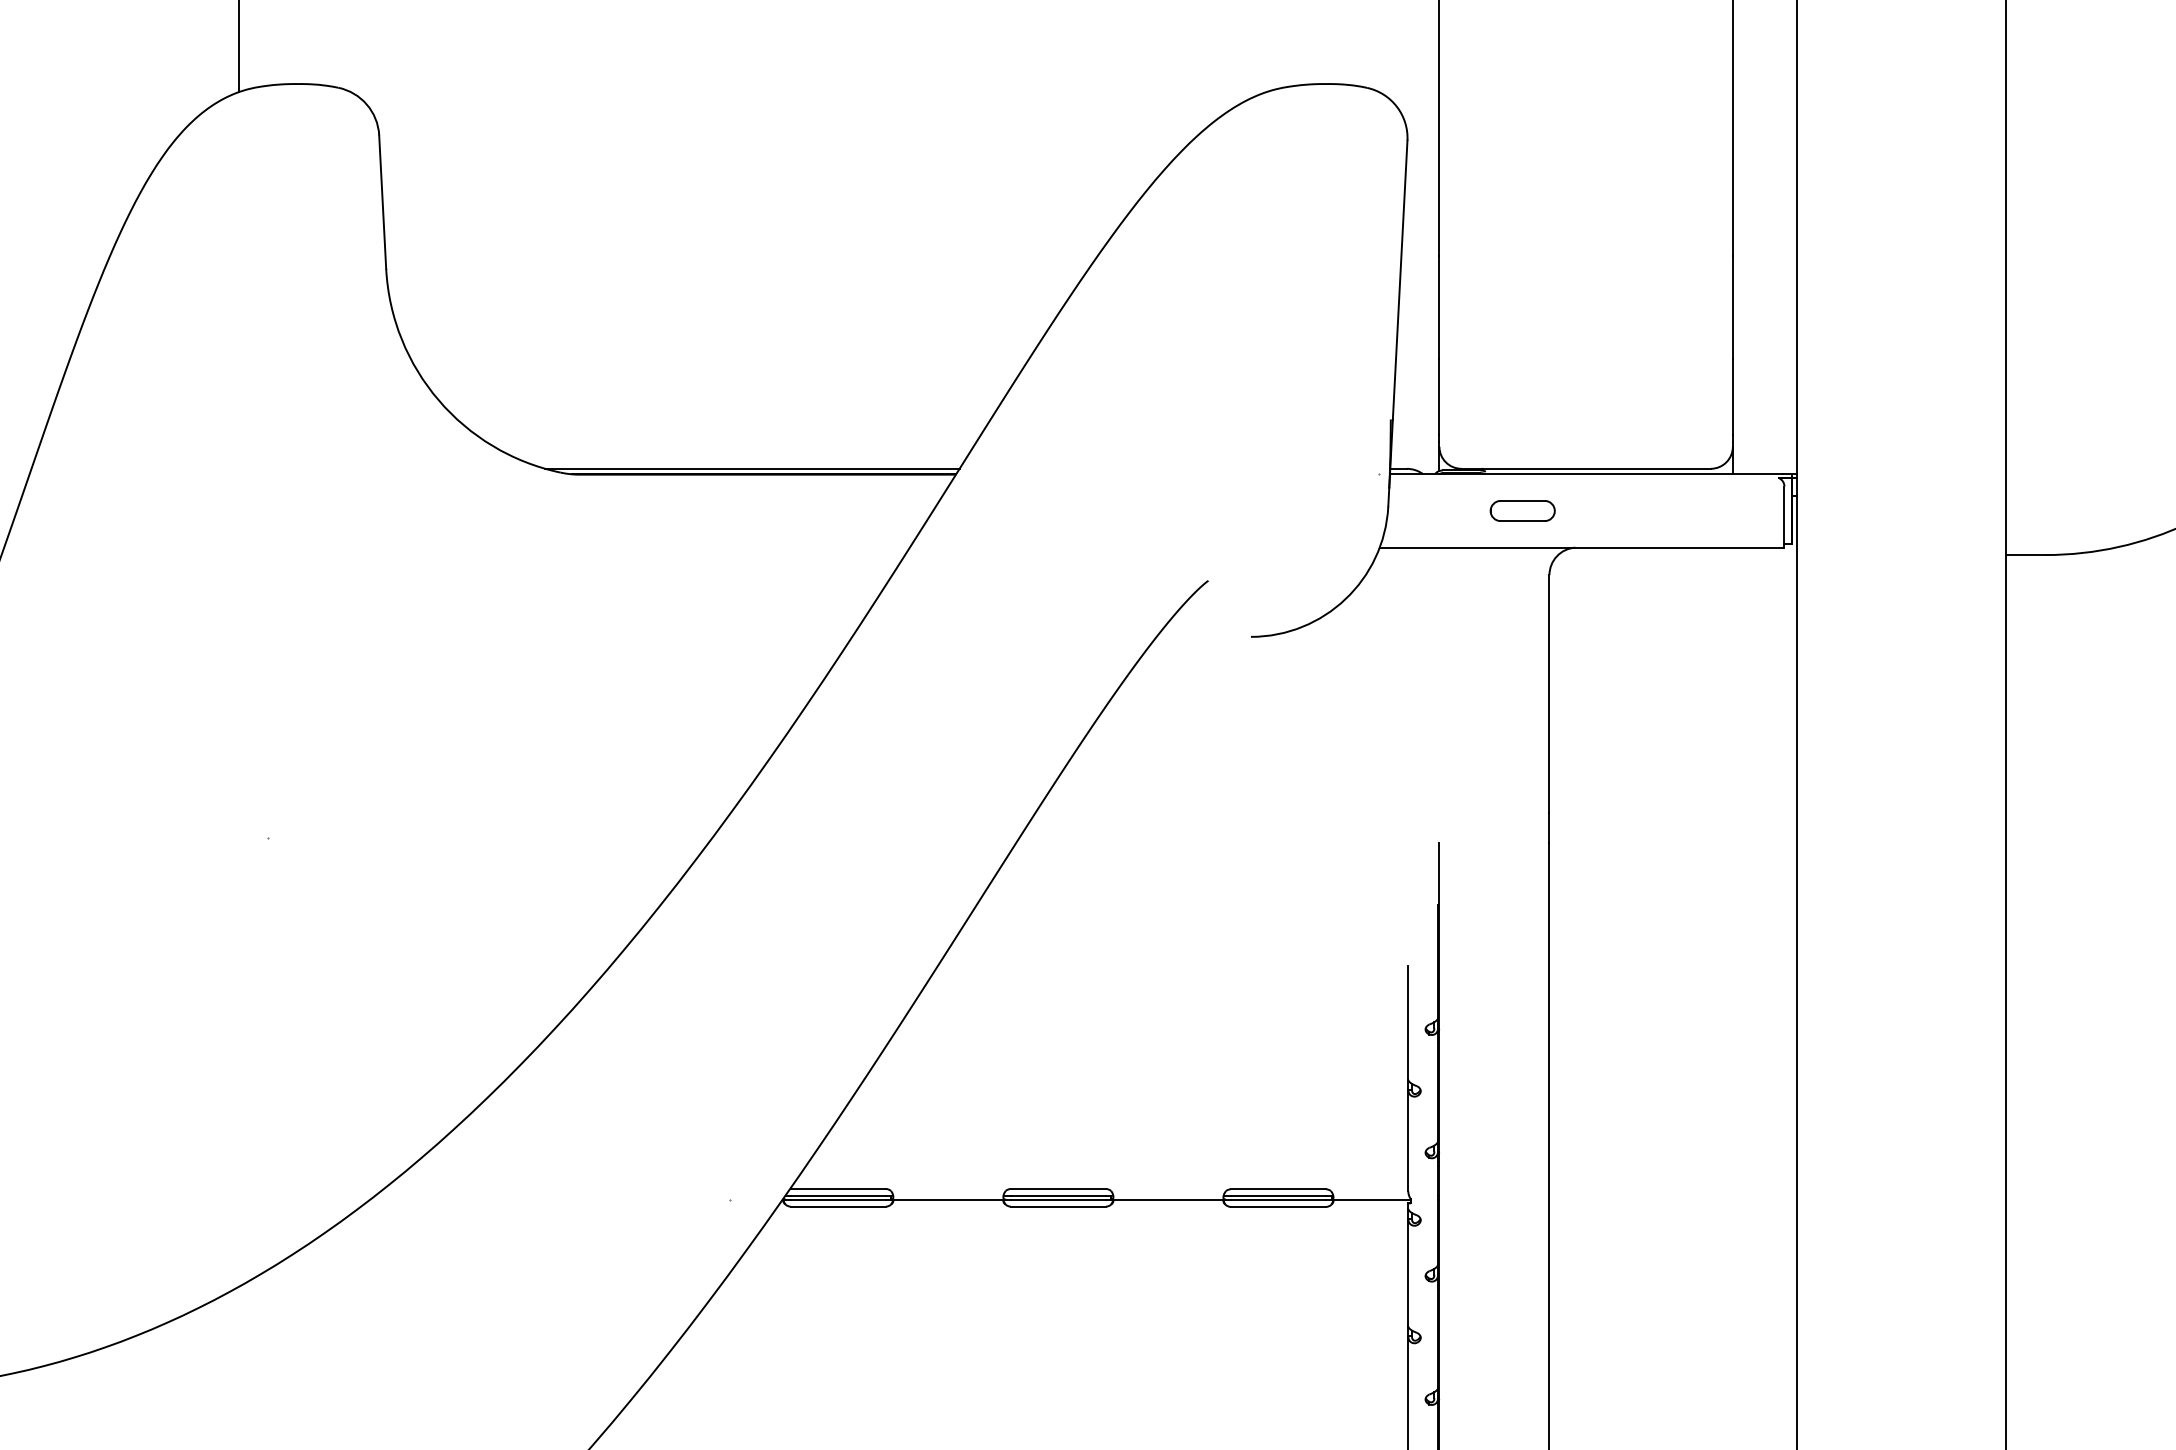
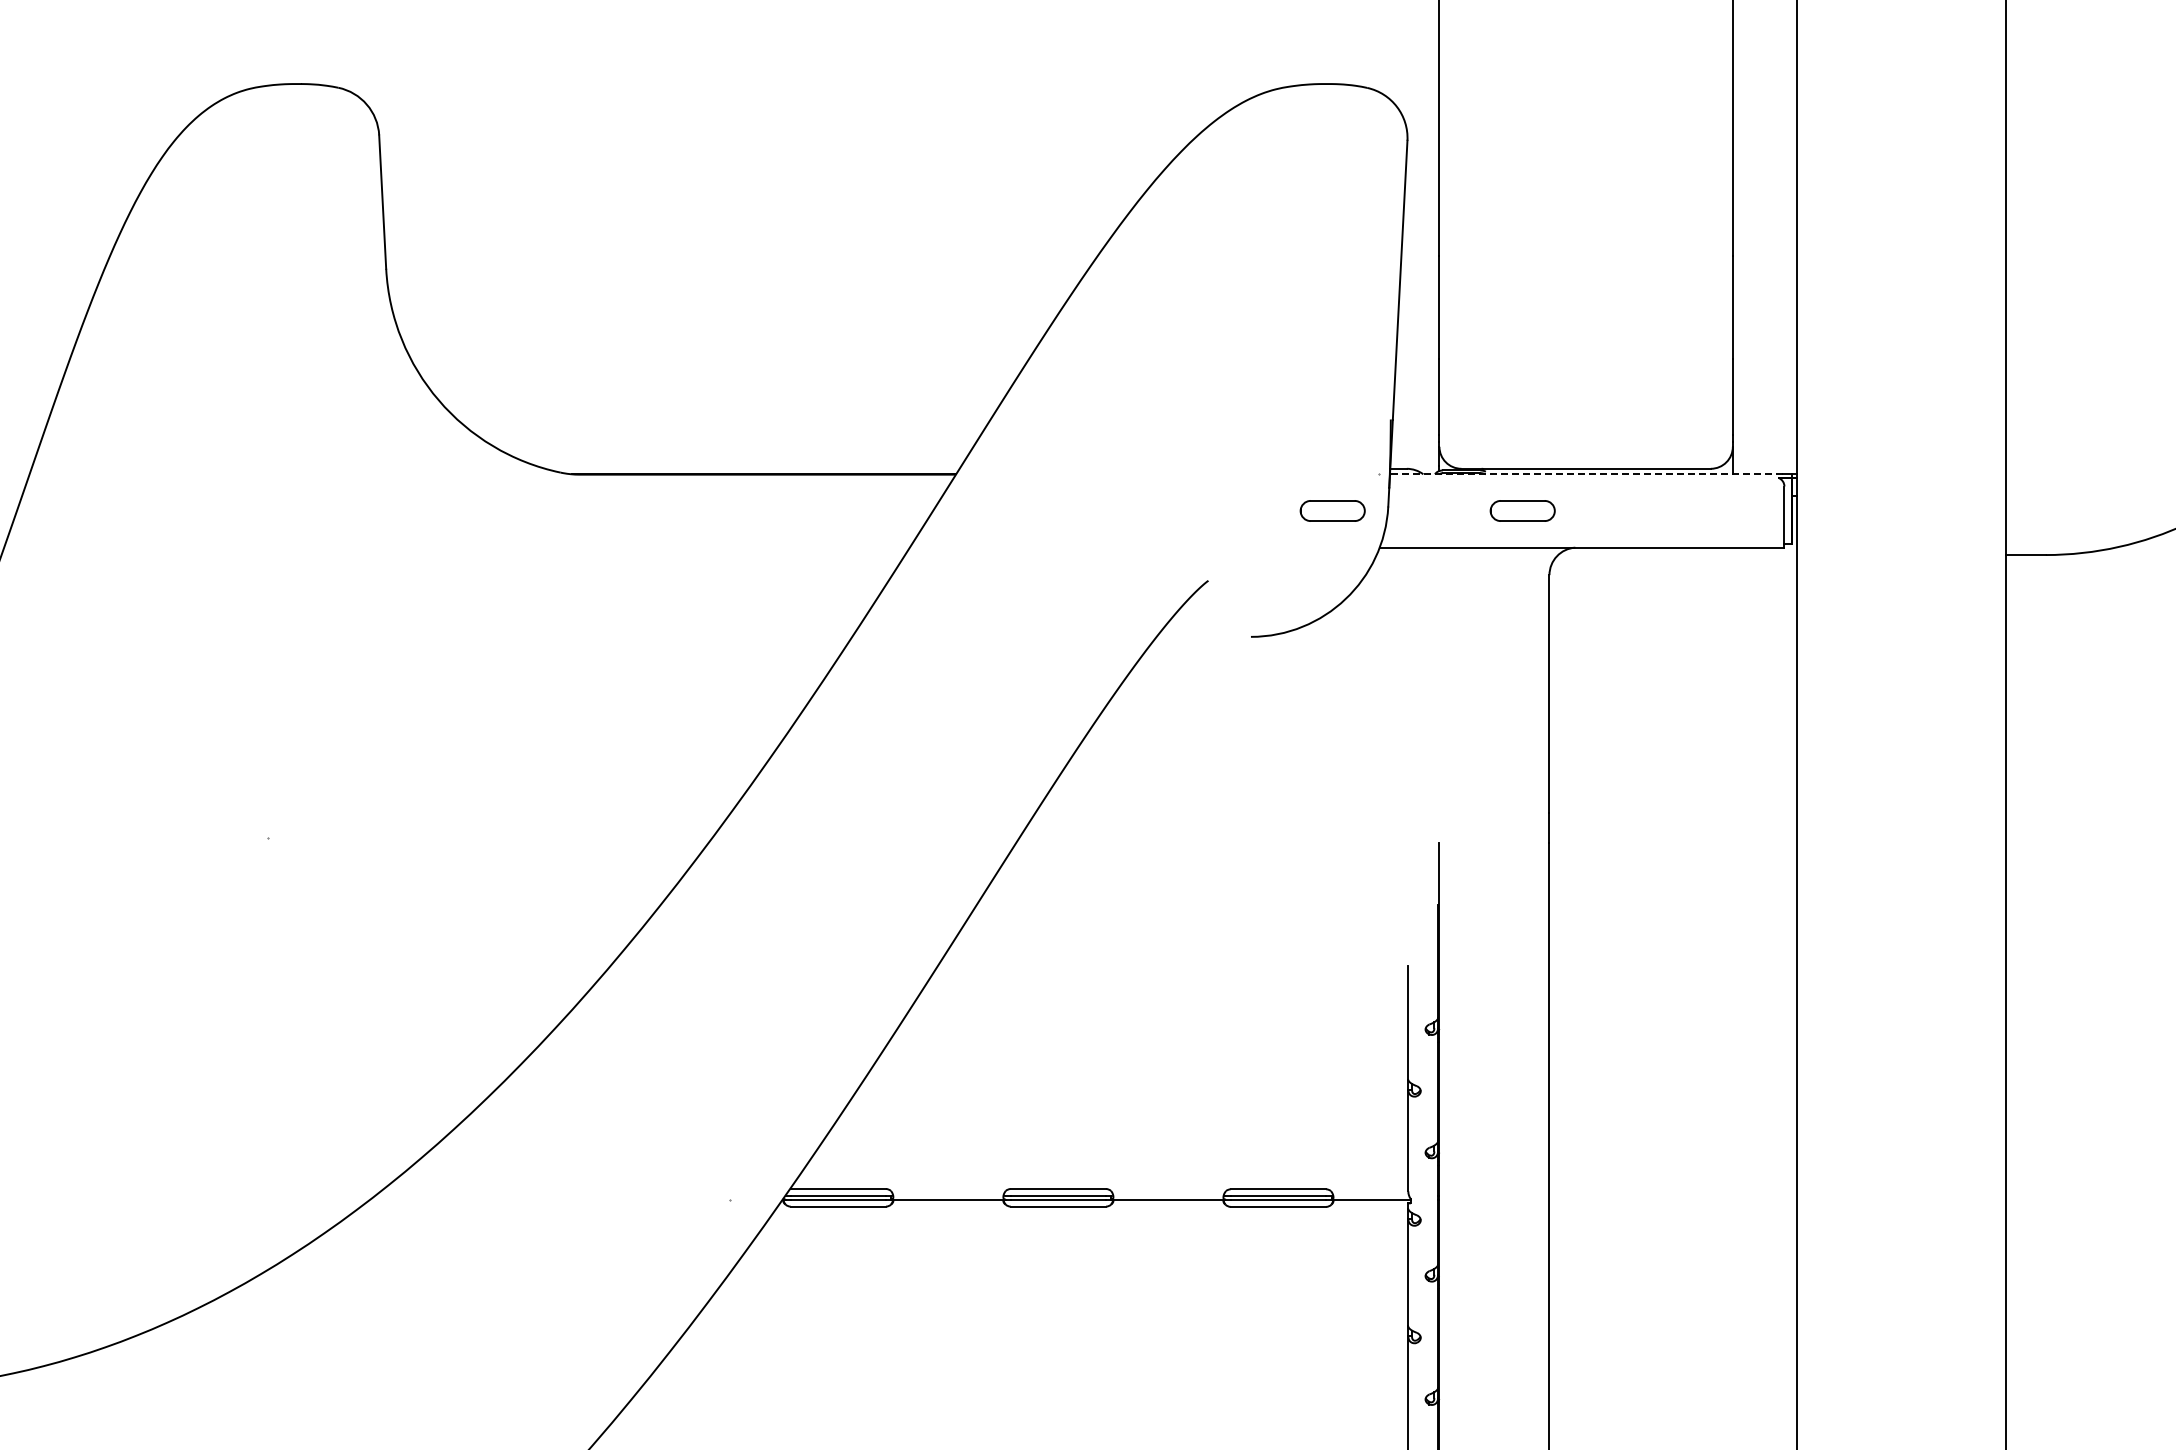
line at (238, 47): present -> none
line at (752, 468): present -> none
line at (1586, 474): solid -> dashed
part at (1332, 510): none -> present
